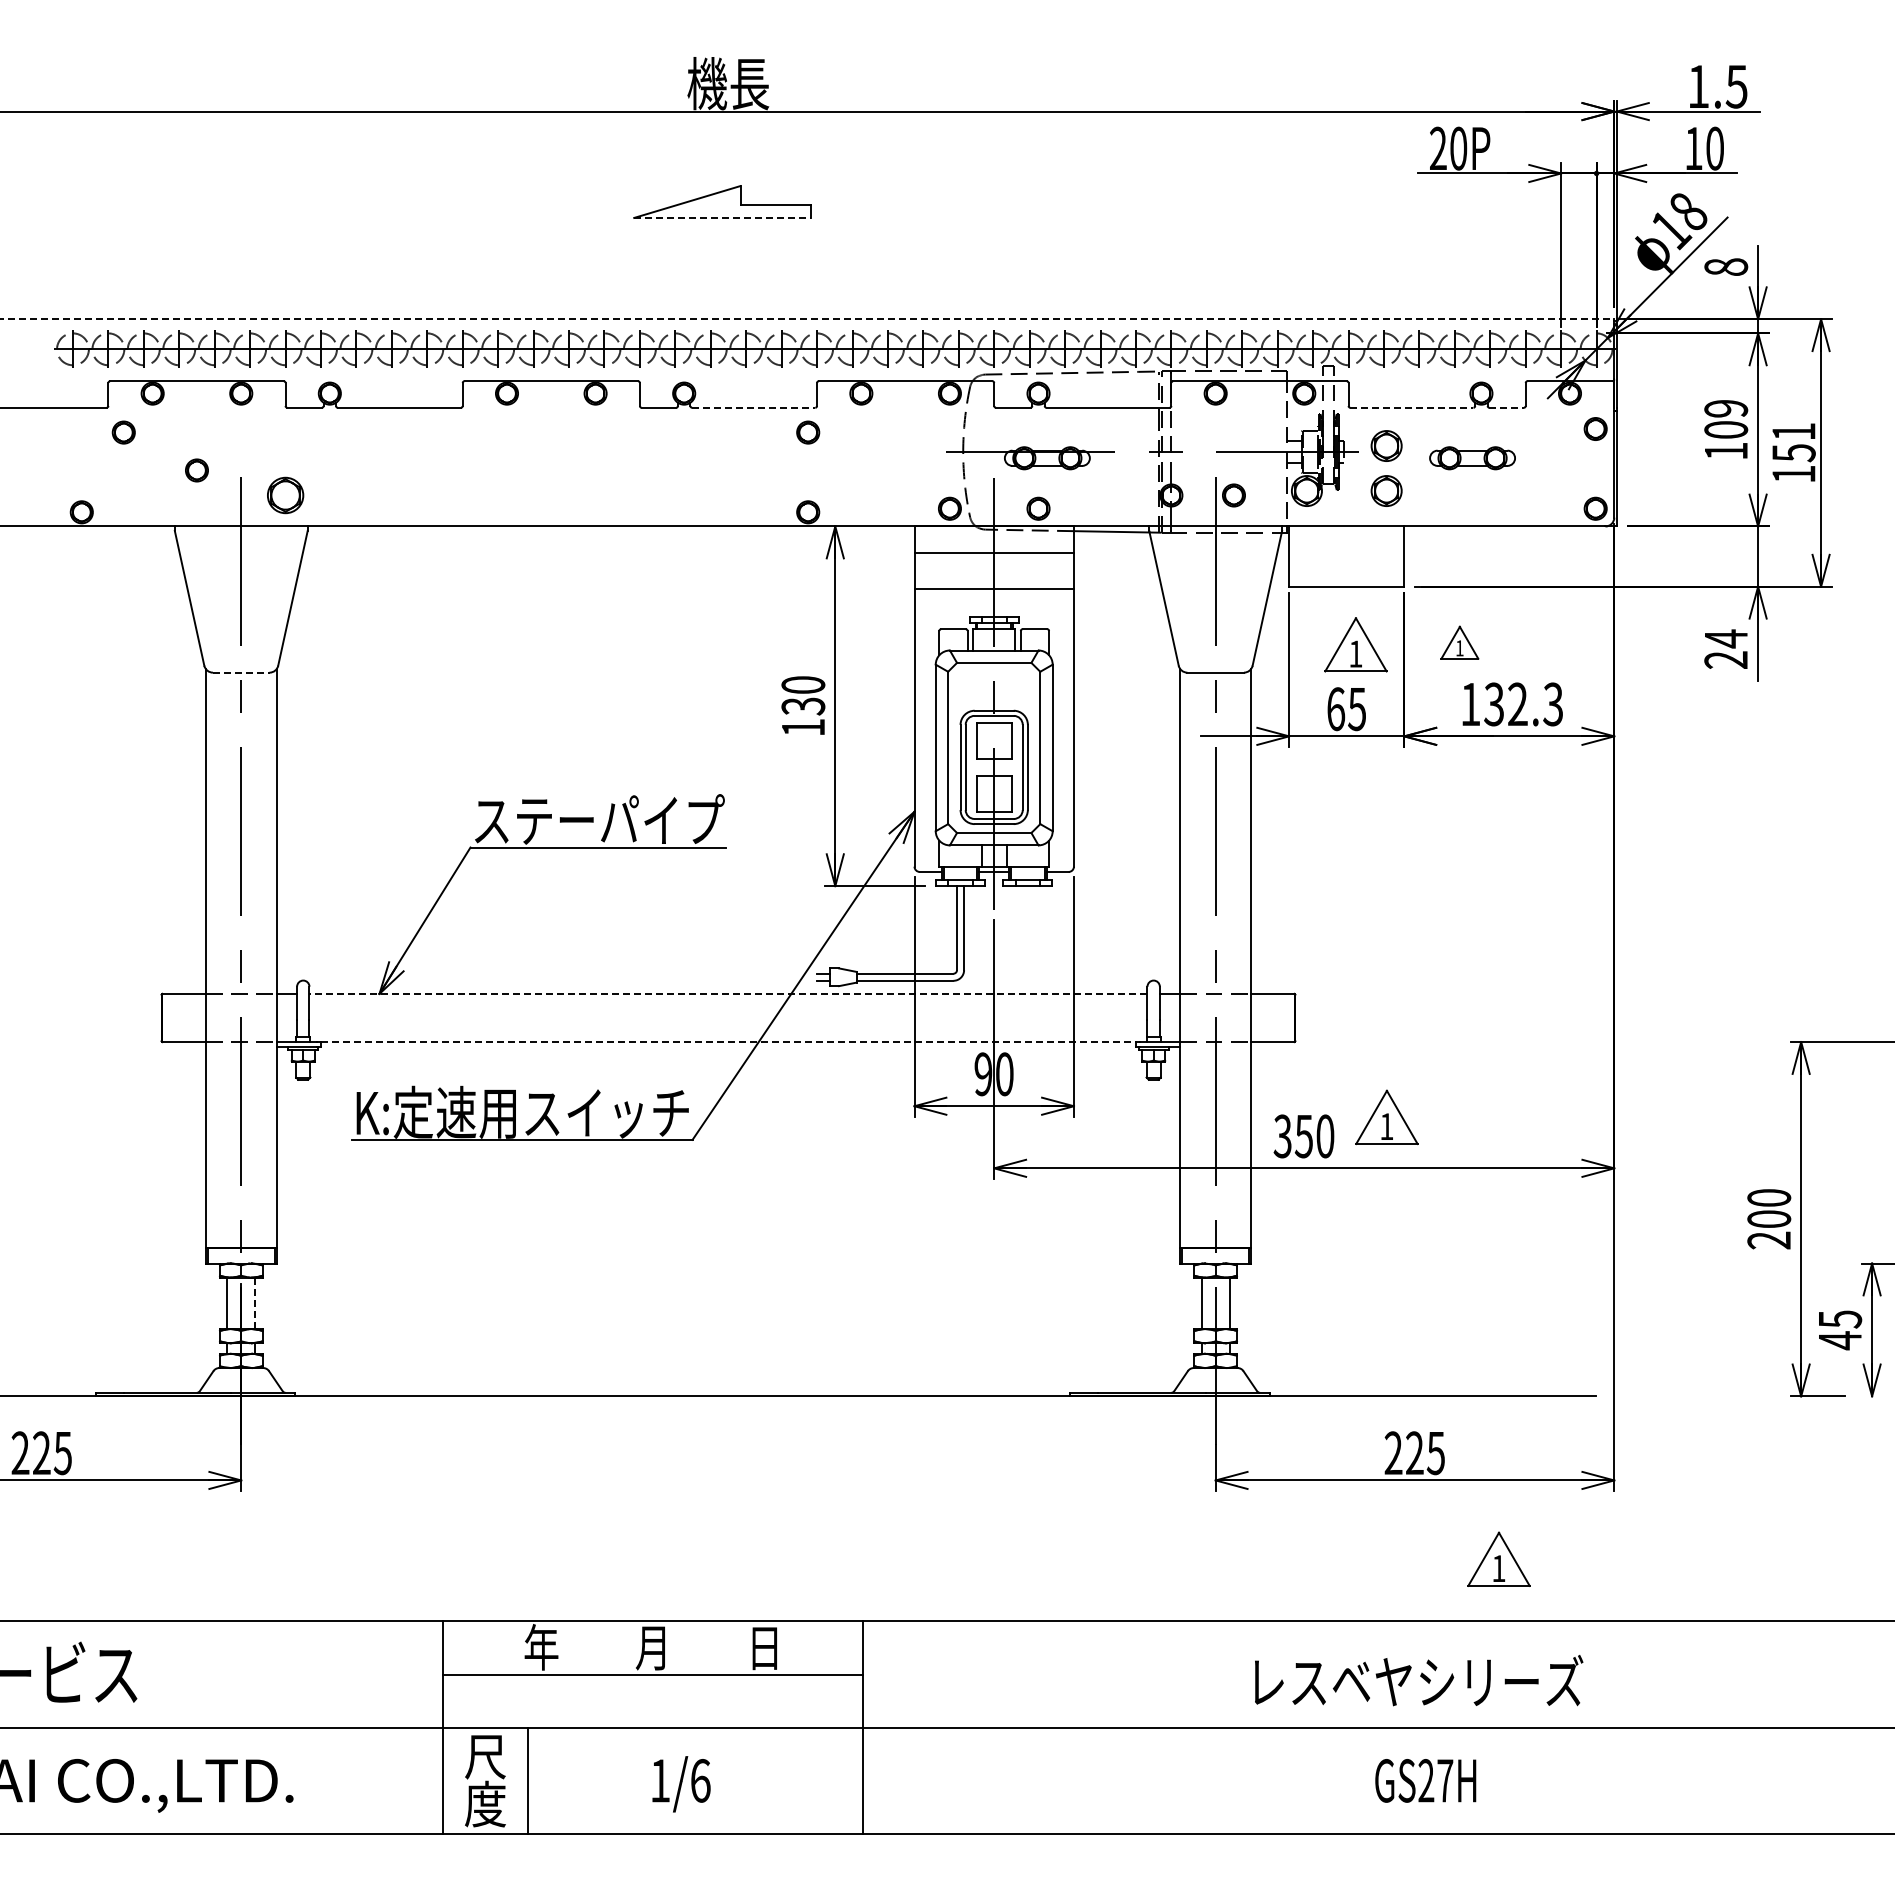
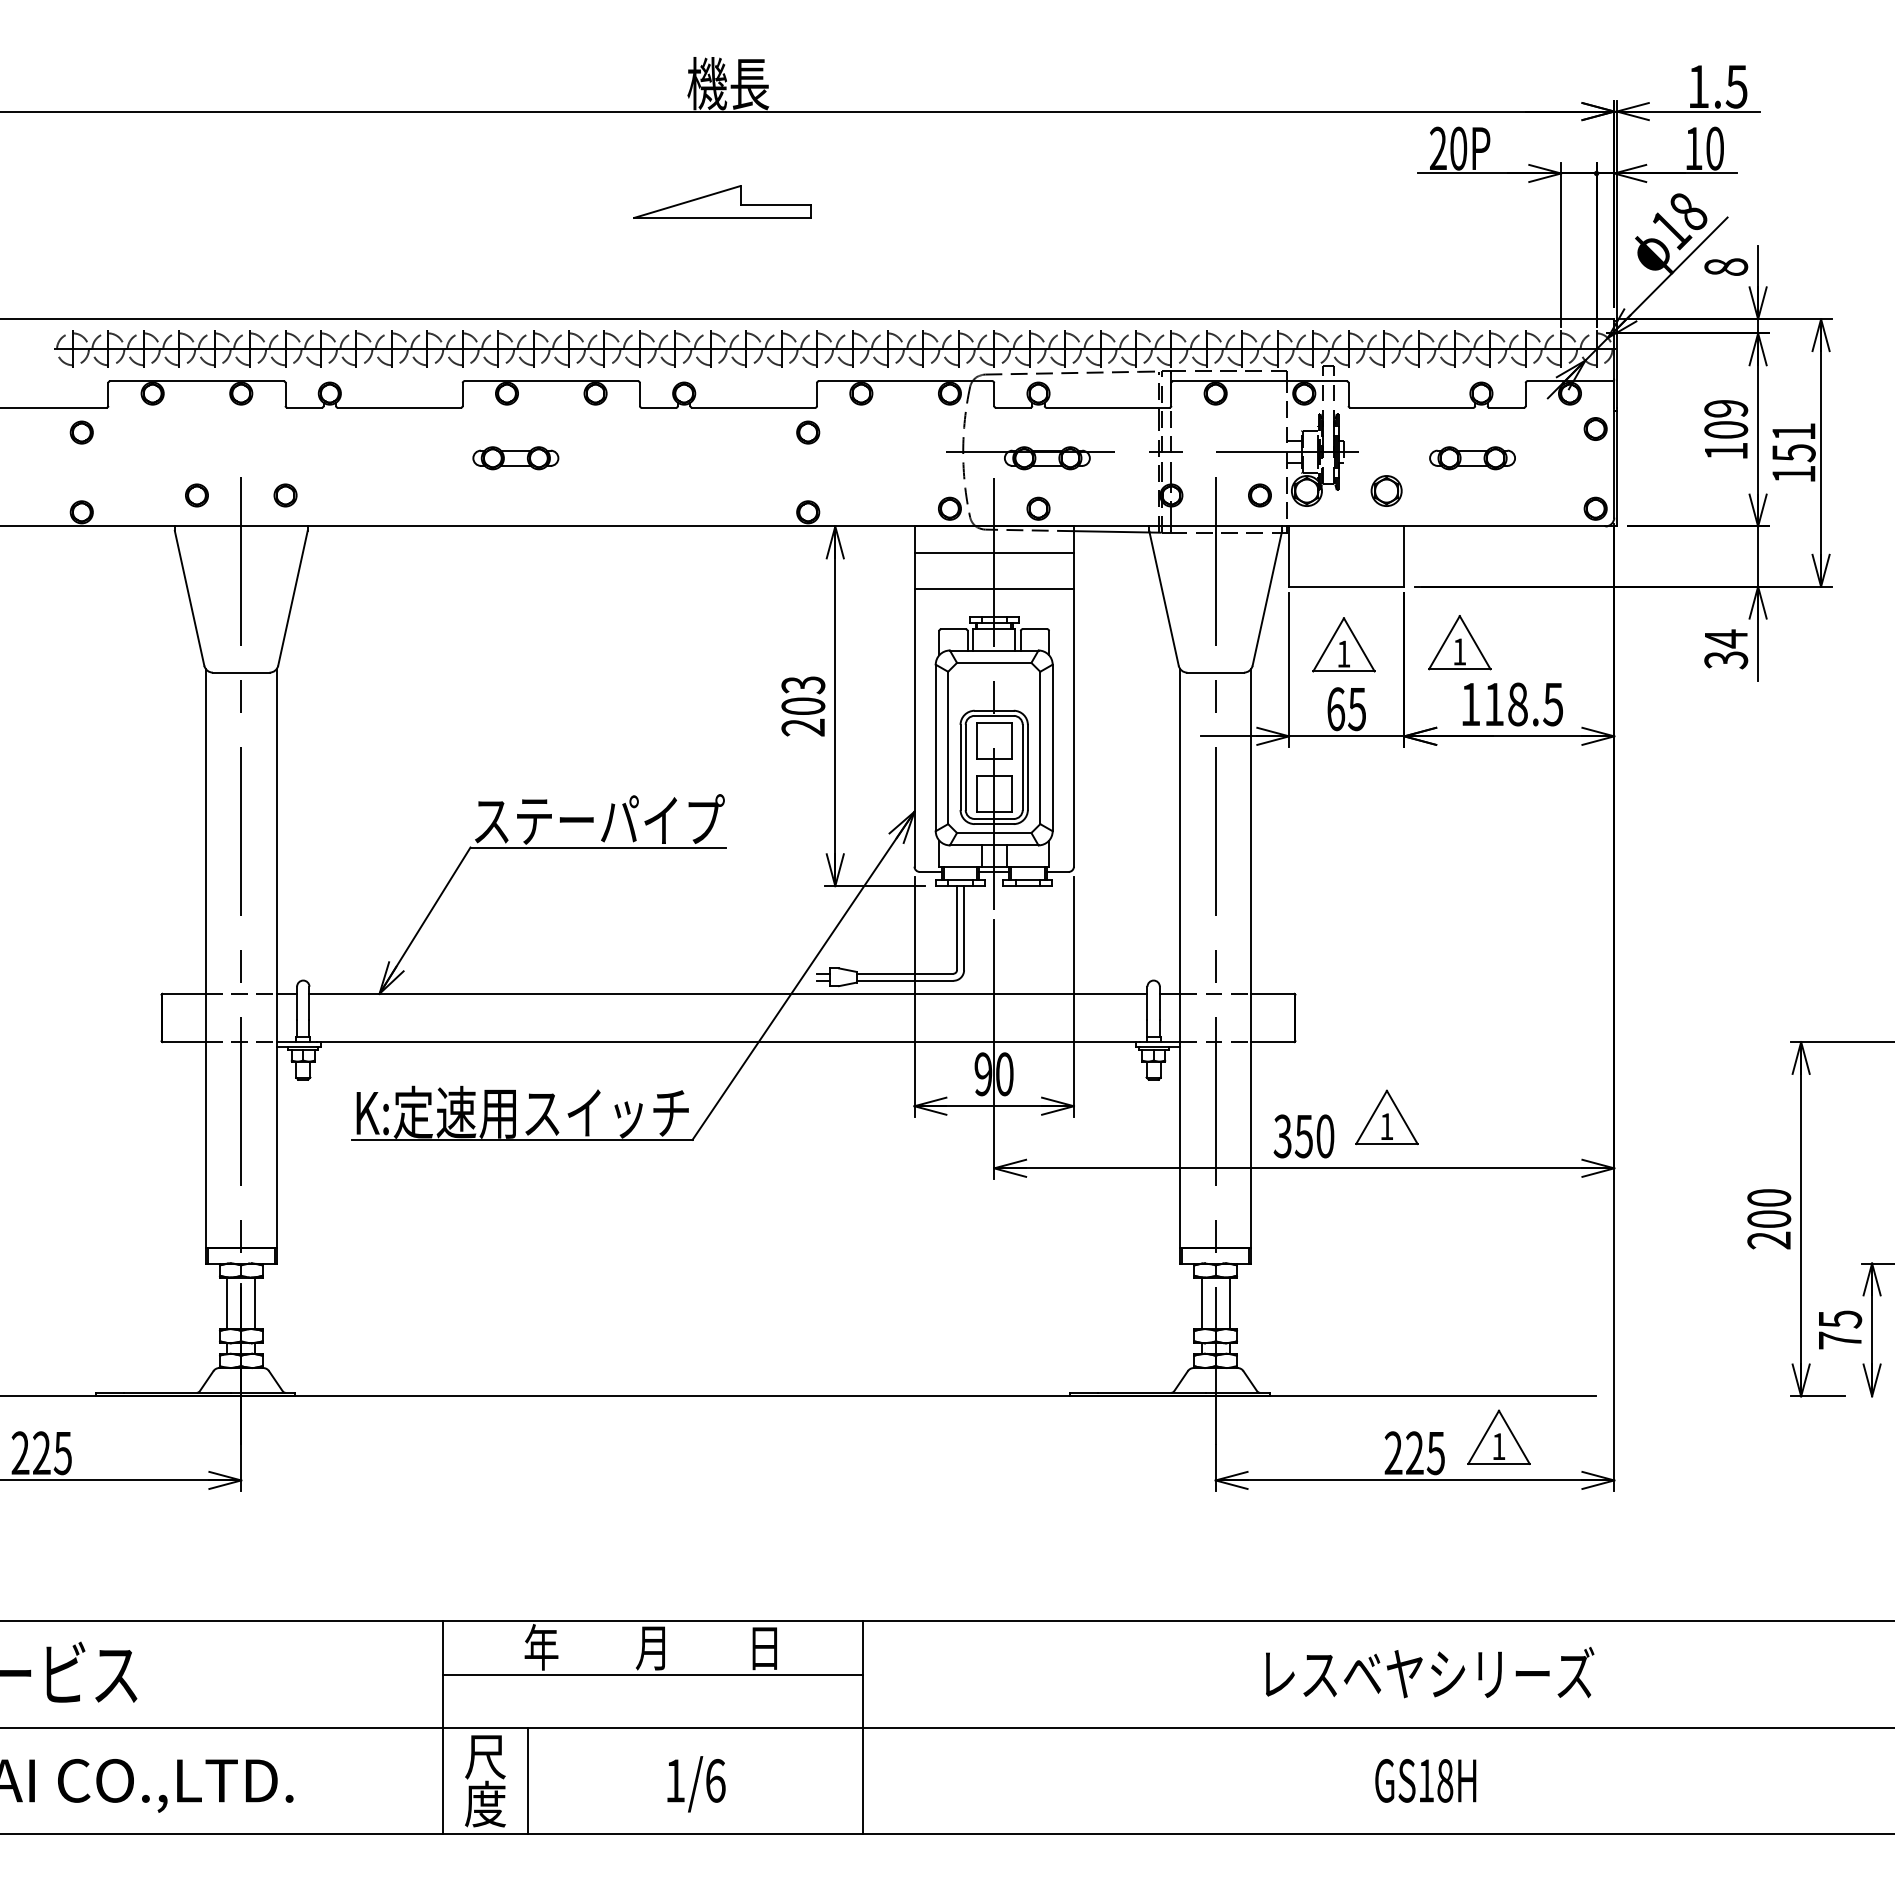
line at (722, 217): dashed -> solid
line at (807, 319): dashed -> solid
line at (753, 407): dashed -> solid
line at (1411, 407): dashed -> solid
line at (1507, 407): dashed -> solid
part at (123, 432) position: (123, 432) -> (81, 432)
part at (1386, 445): present -> none
part at (515, 458): none -> present
part at (196, 470) position: (196, 470) -> (196, 495)
part at (285, 495) size: 38x39 px -> 25x25 px
part at (1233, 495) position: (1233, 495) -> (1259, 495)
part at (1459, 642) size: 40x35 px -> 64x56 px
part at (1355, 644) position: (1355, 644) -> (1343, 644)
text at (1726, 660): 24 -> 34
line at (241, 672): dashed -> solid
text at (1523, 704): 132.3 -> 118.5
text at (803, 706): 130 -> 203
line at (728, 993): dashed -> solid
line at (728, 1042): dashed -> solid
line at (255, 1303): dashed -> solid
text at (1840, 1340): 45 -> 75
part at (1498, 1558) position: (1498, 1558) -> (1498, 1436)
text at (1419, 1680) position: (1419, 1680) -> (1430, 1672)
text at (1435, 1780): GS27H -> GS18H
part at (681, 1784) position: (681, 1784) -> (696, 1784)
